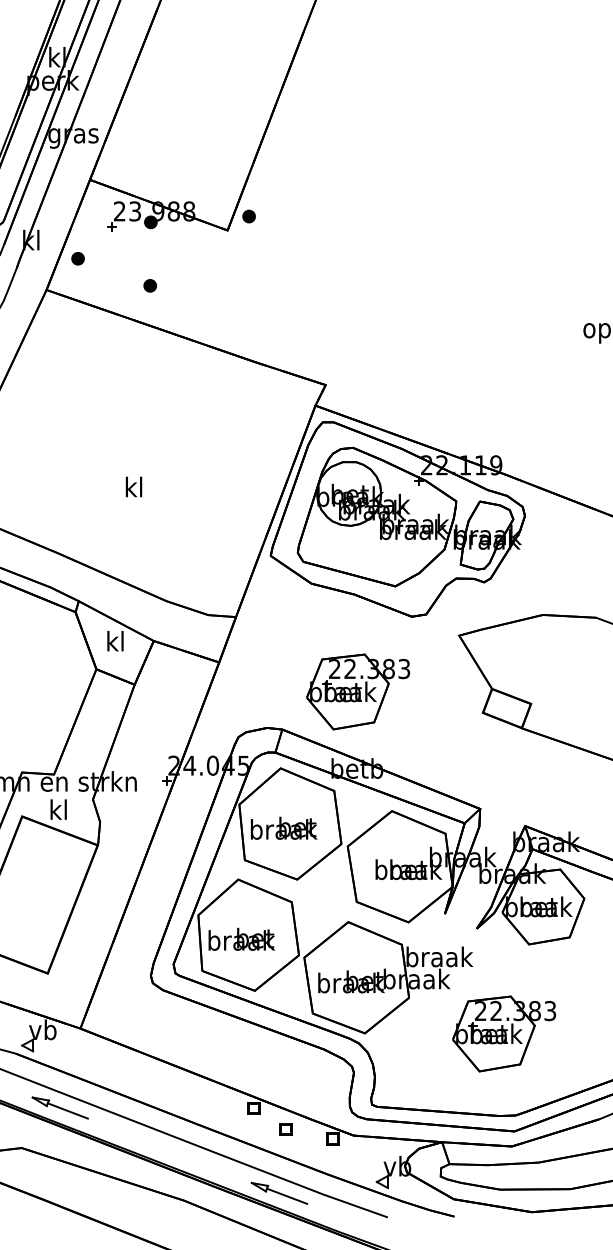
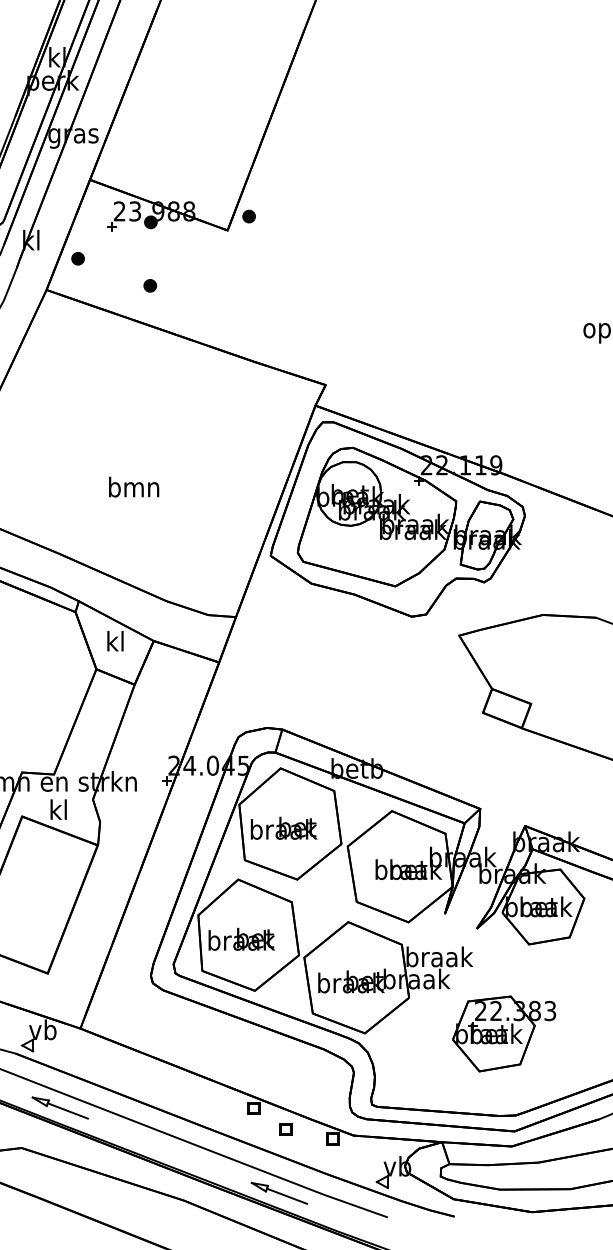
text at (134, 486): kl -> bmn
part at (358, 691): present -> none
